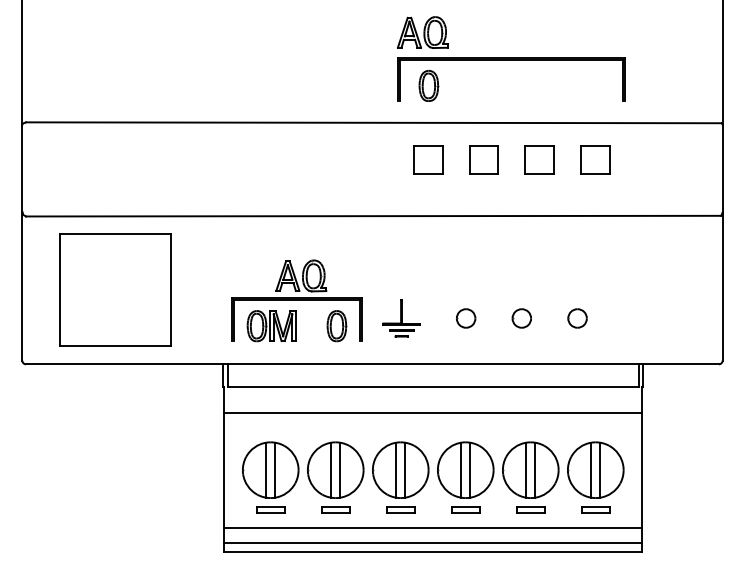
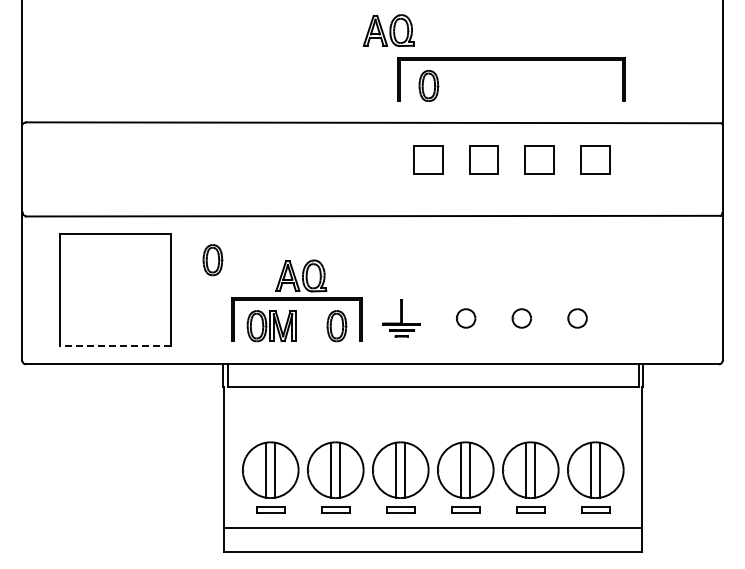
part at (422, 32) position: (422, 32) -> (388, 30)
part at (212, 260): none -> present
line at (115, 345): solid -> dashed
line at (433, 413): present -> none
line at (433, 542): present -> none
